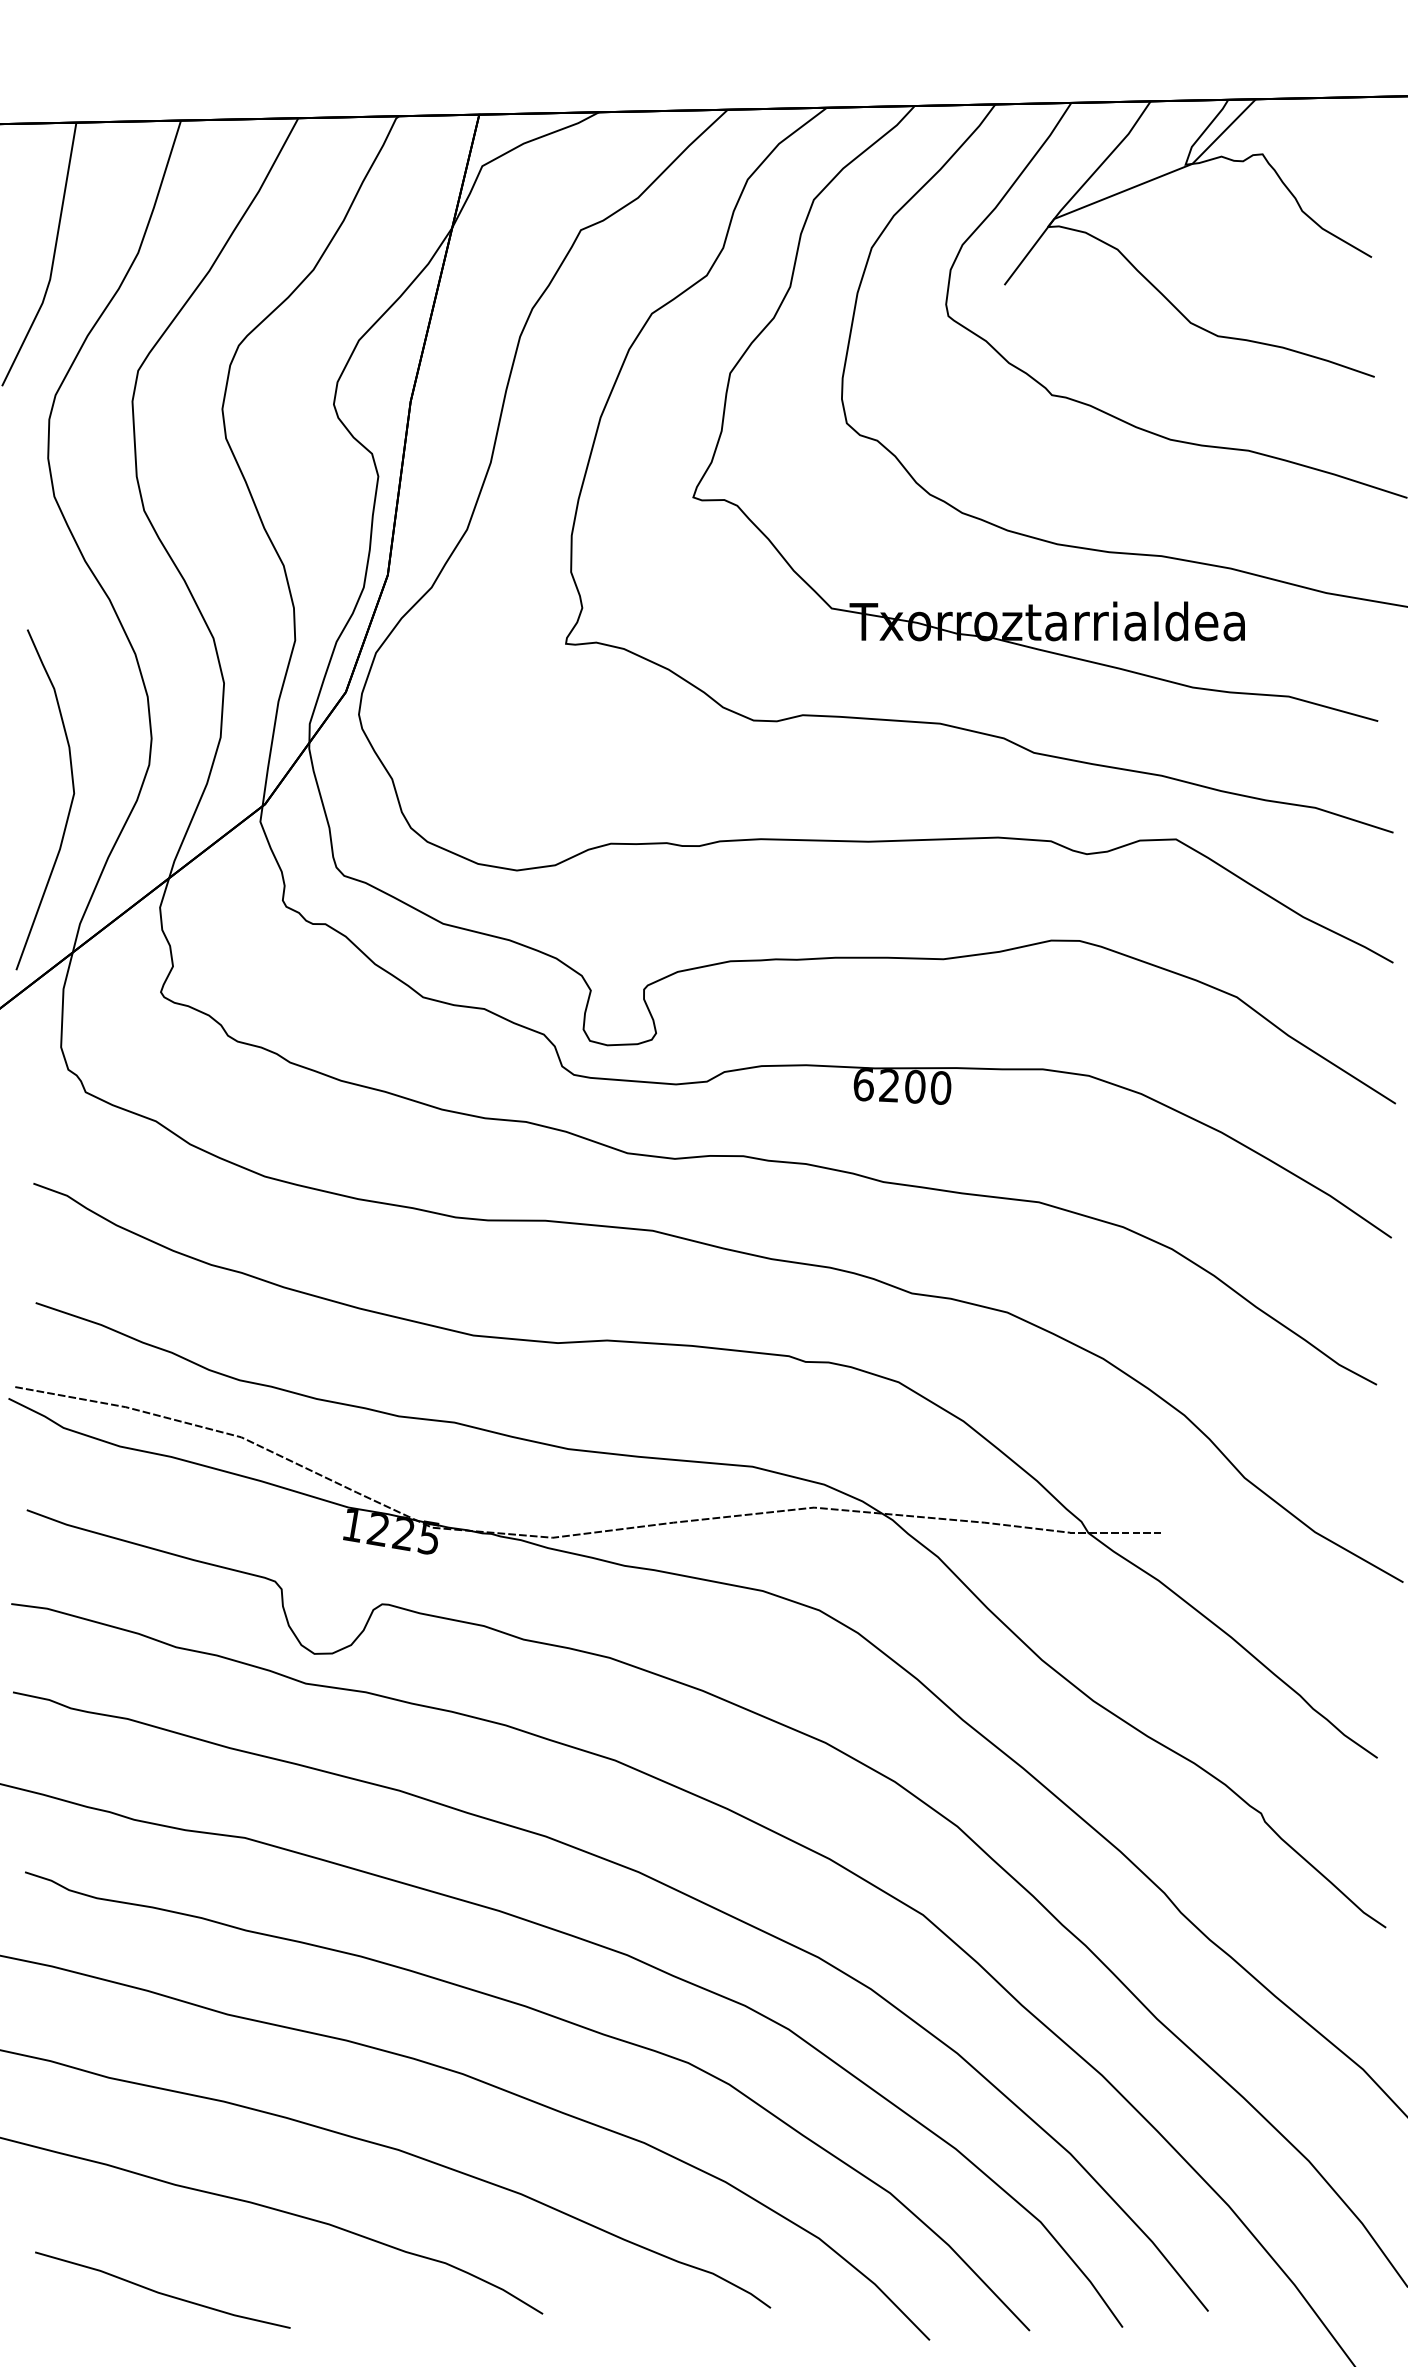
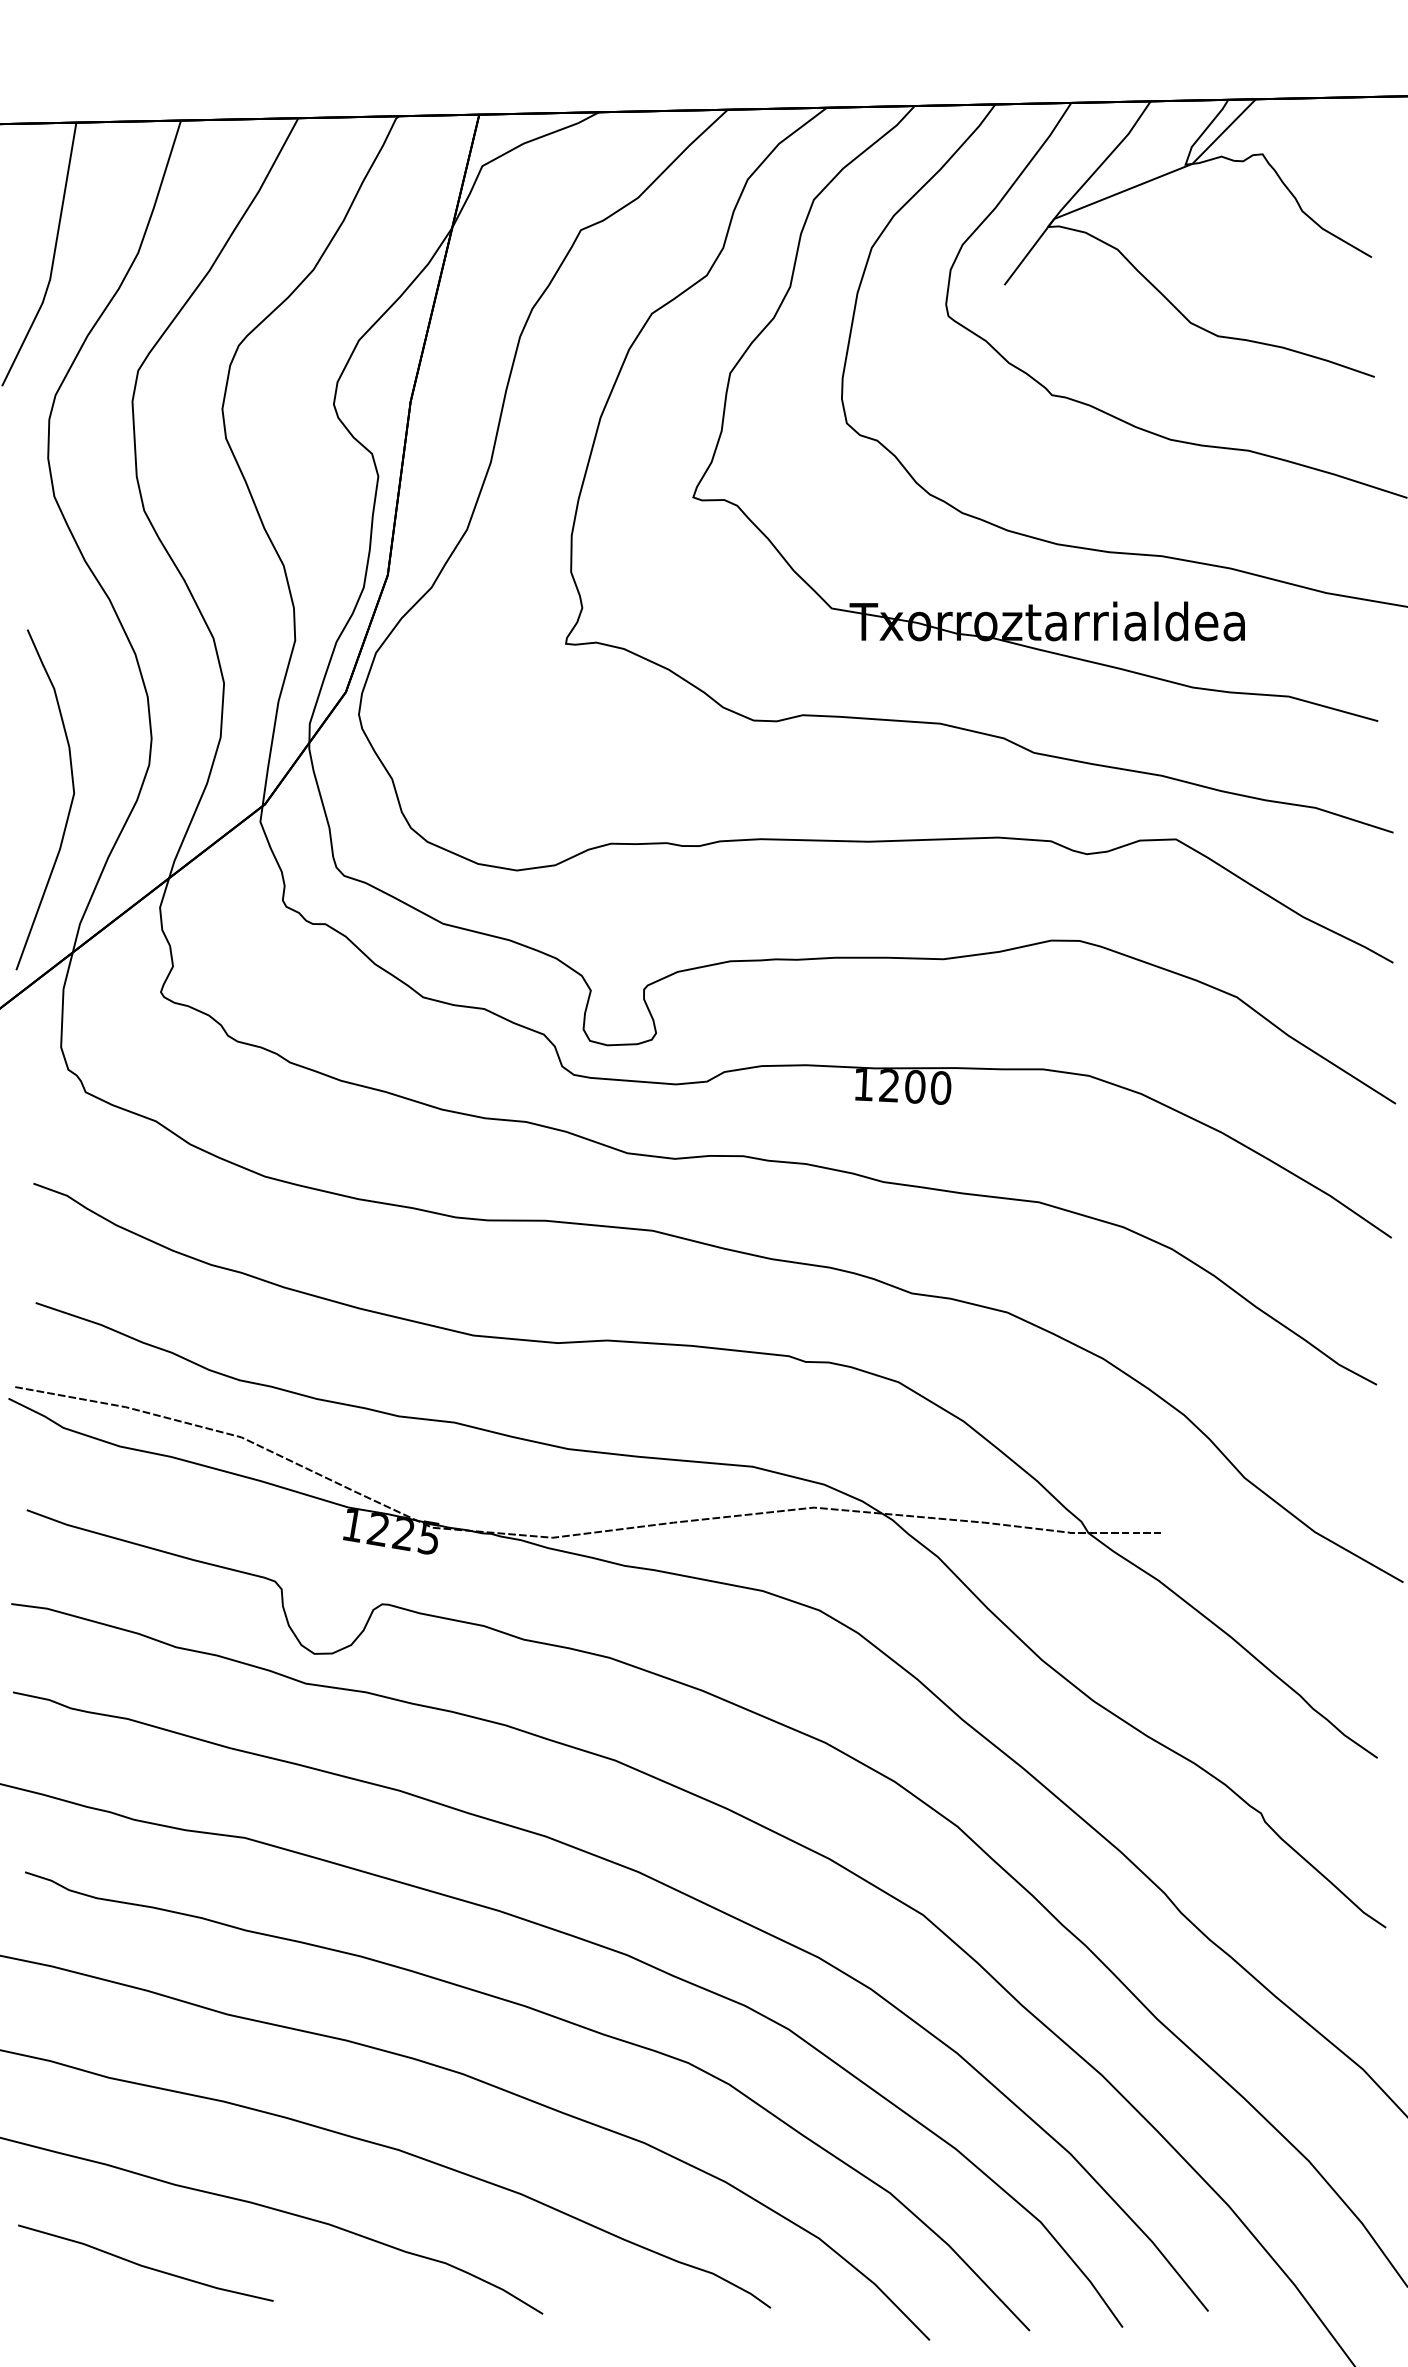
text at (863, 1084): 6200 -> 1200
line at (161, 2292) position: (161, 2292) -> (144, 2265)
